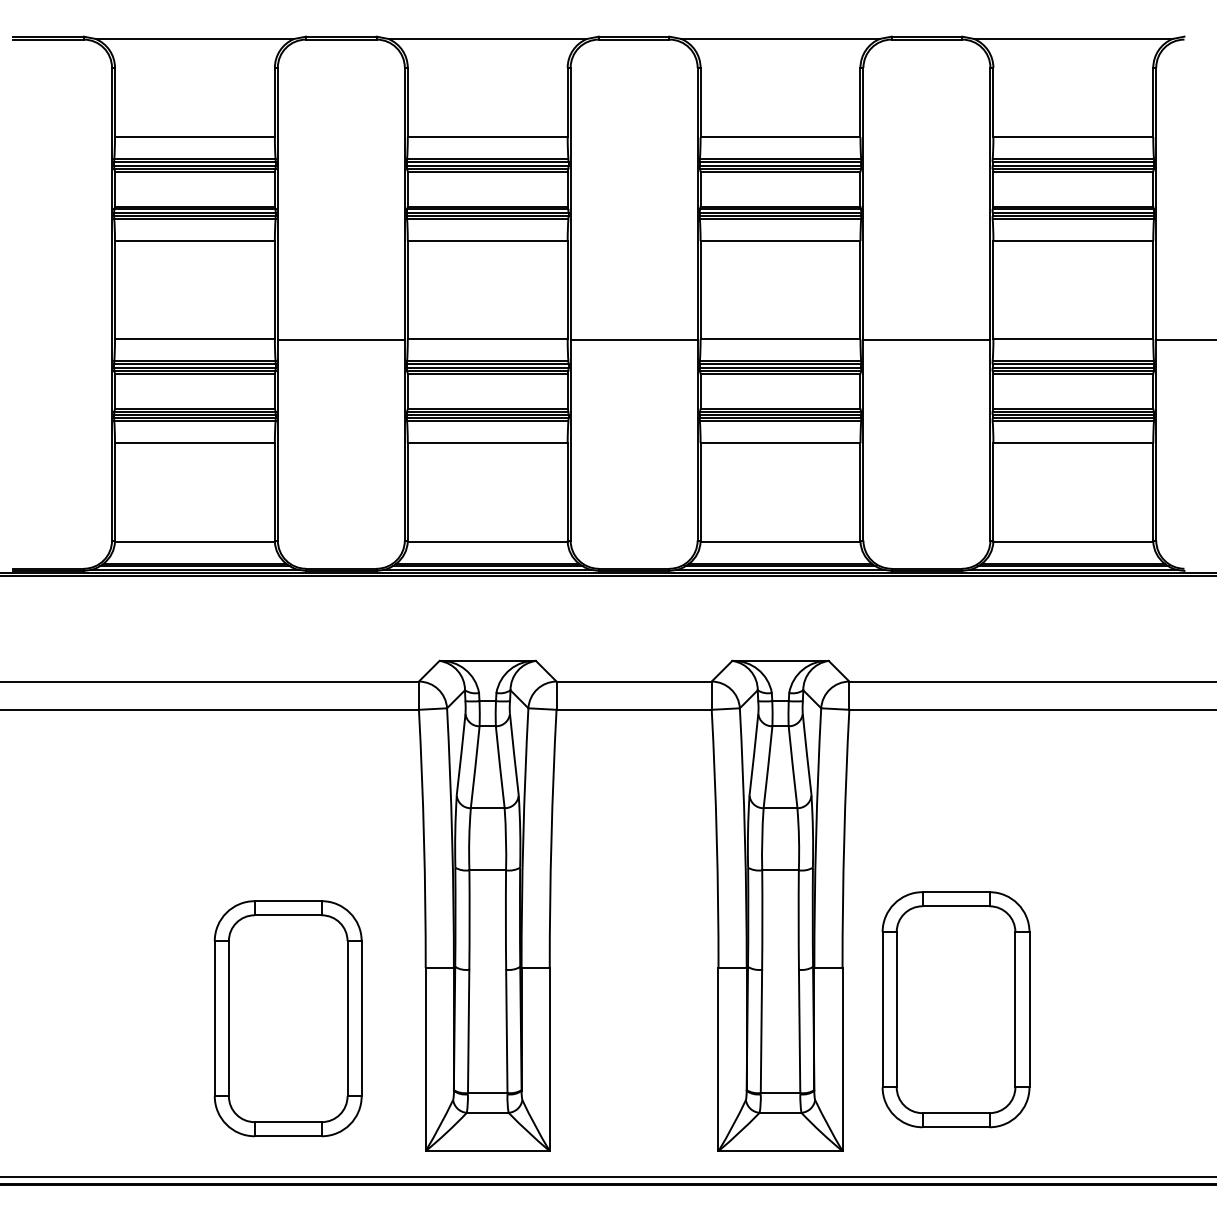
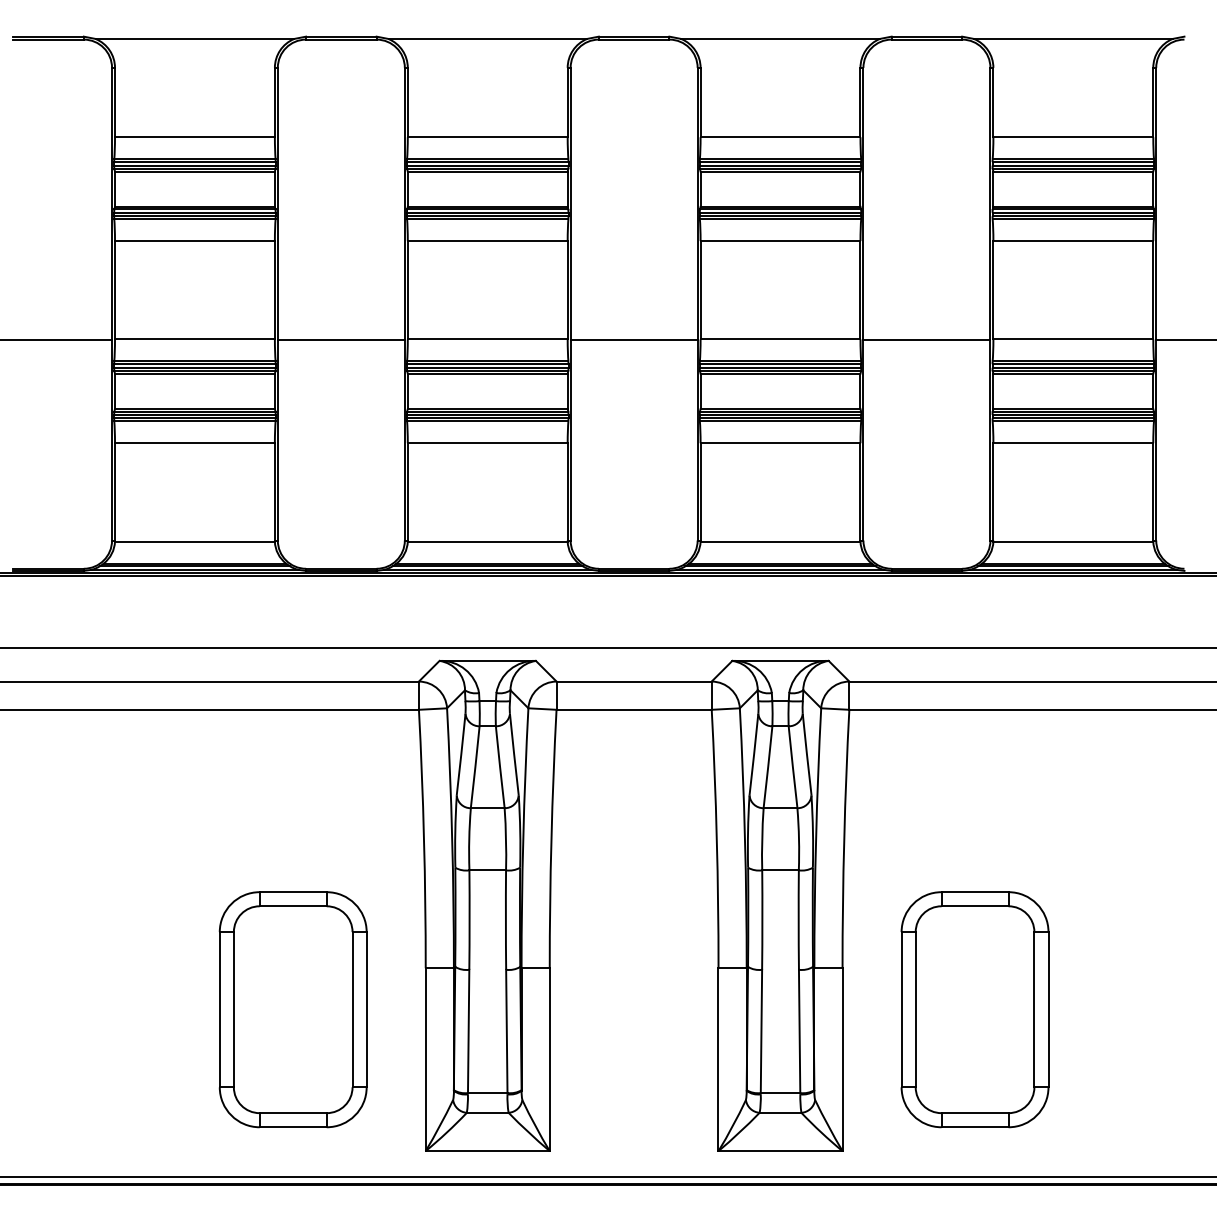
line at (57, 340): none -> present
line at (607, 648): none -> present
part at (955, 1009) position: (955, 1009) -> (974, 1009)
part at (287, 1018) position: (287, 1018) -> (292, 1009)
